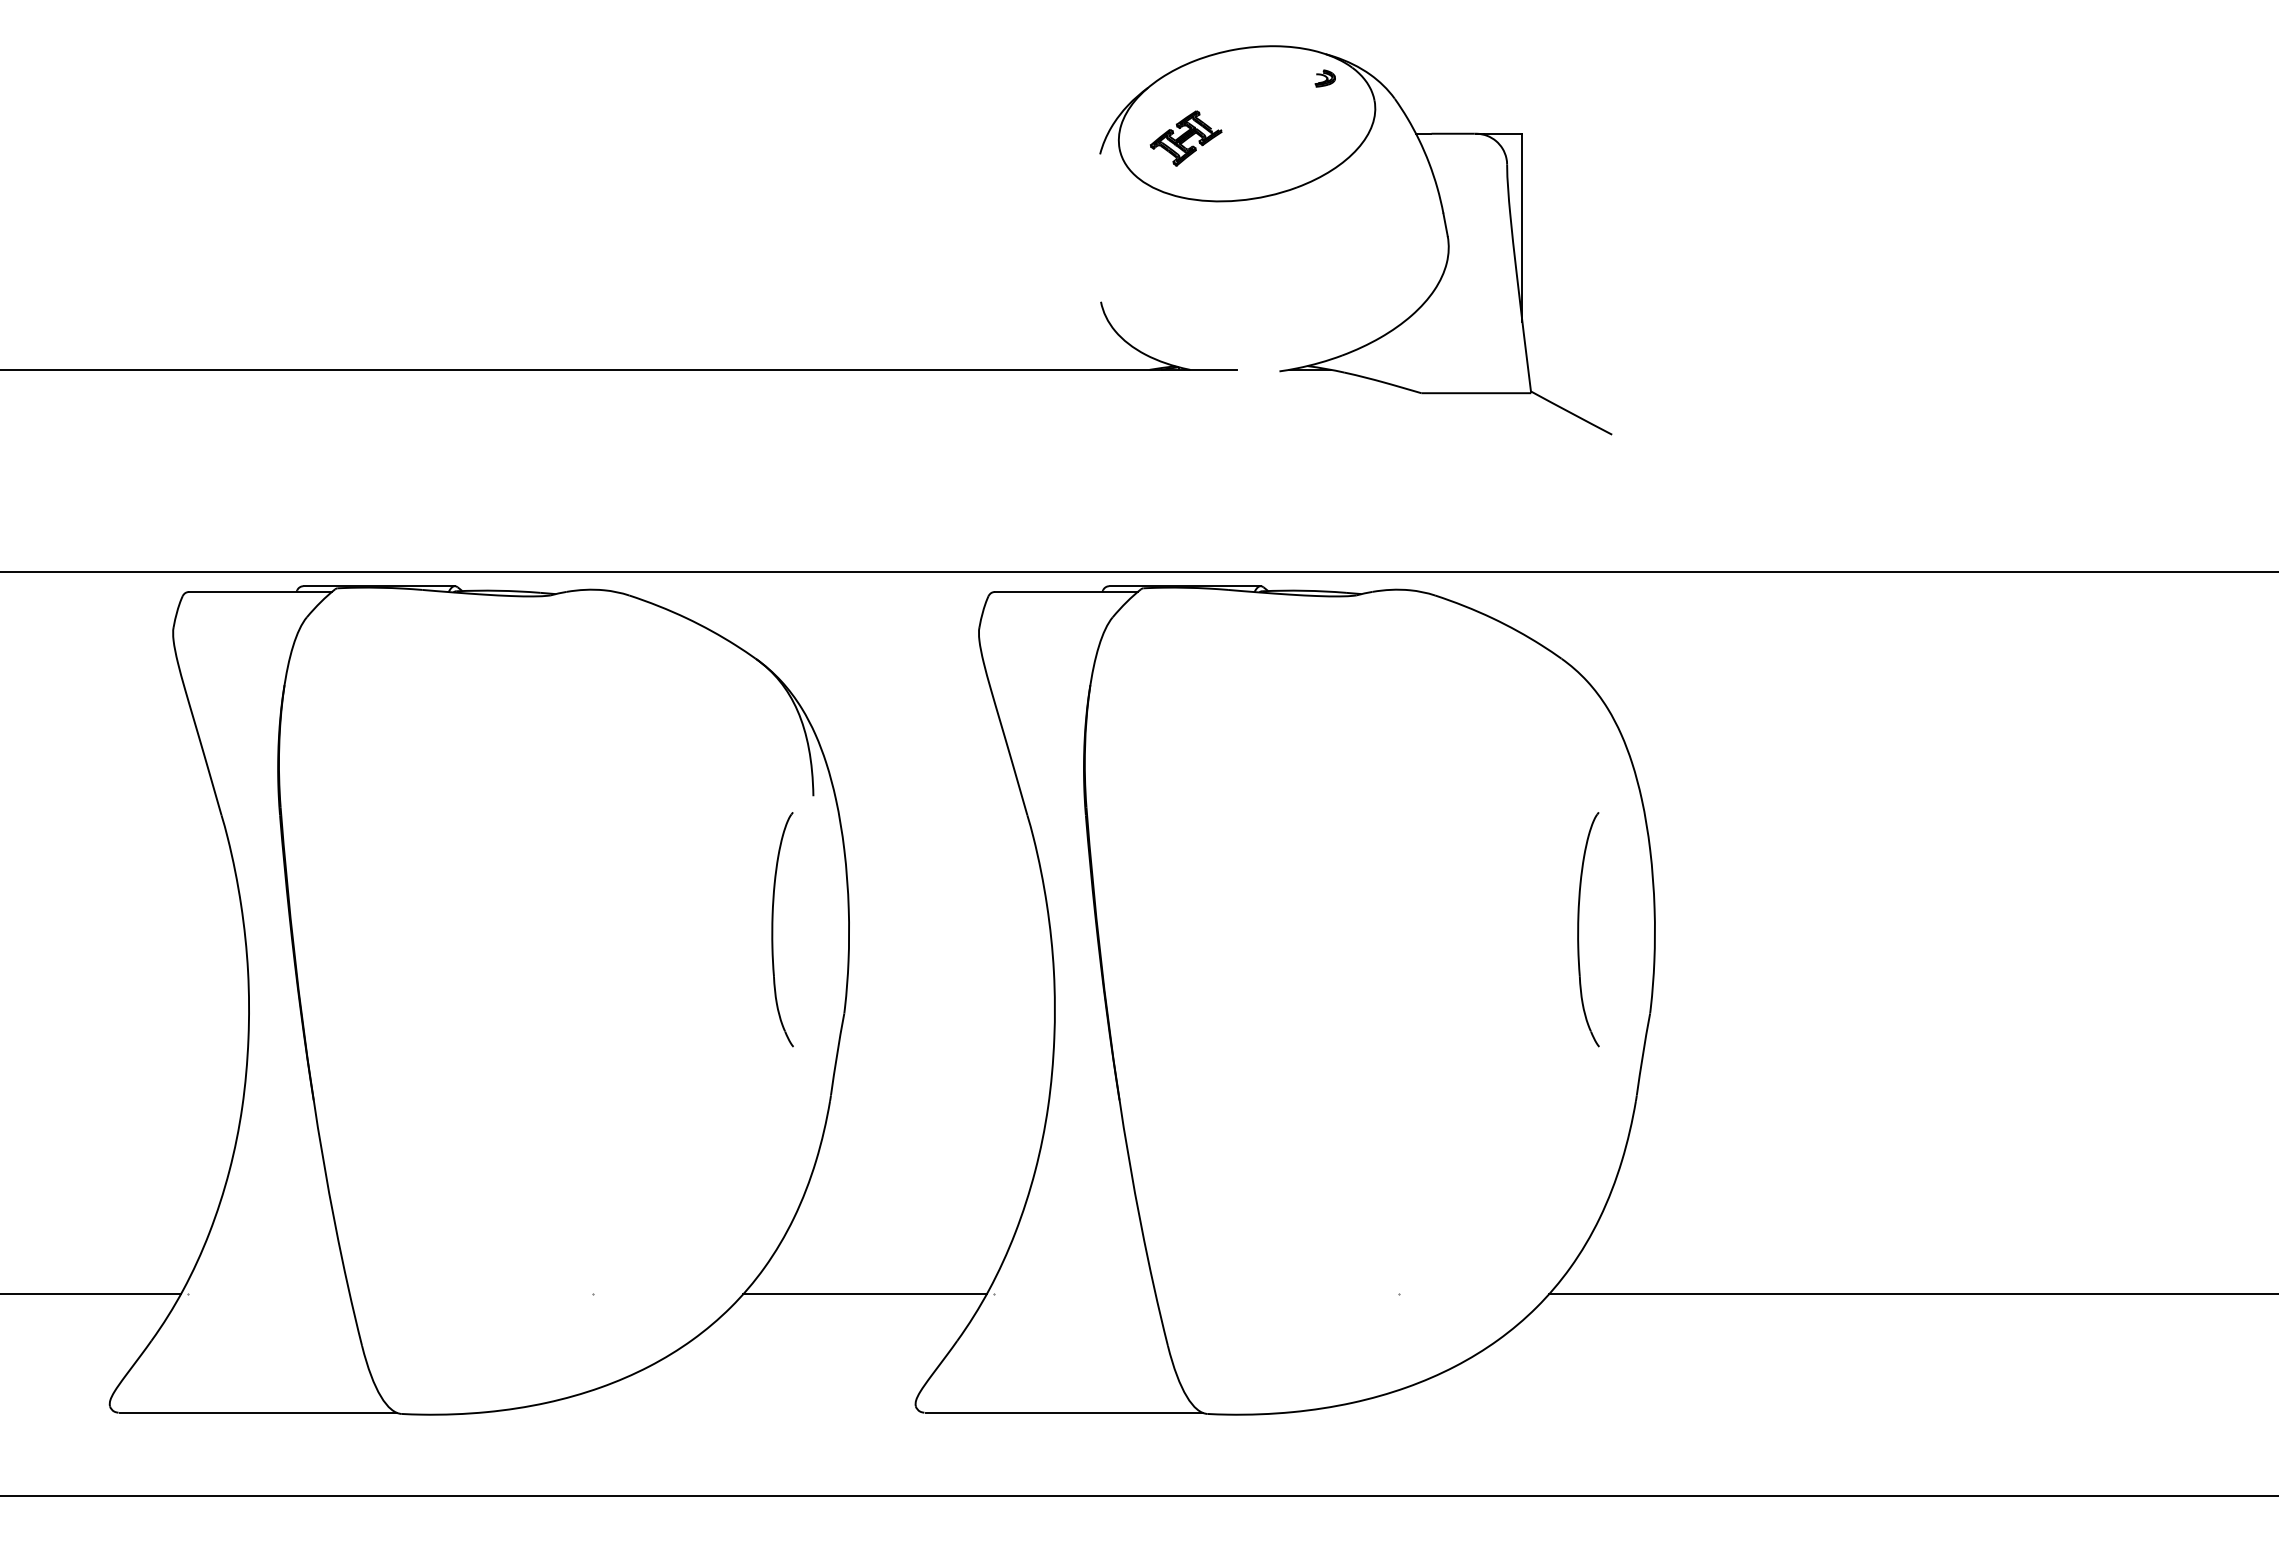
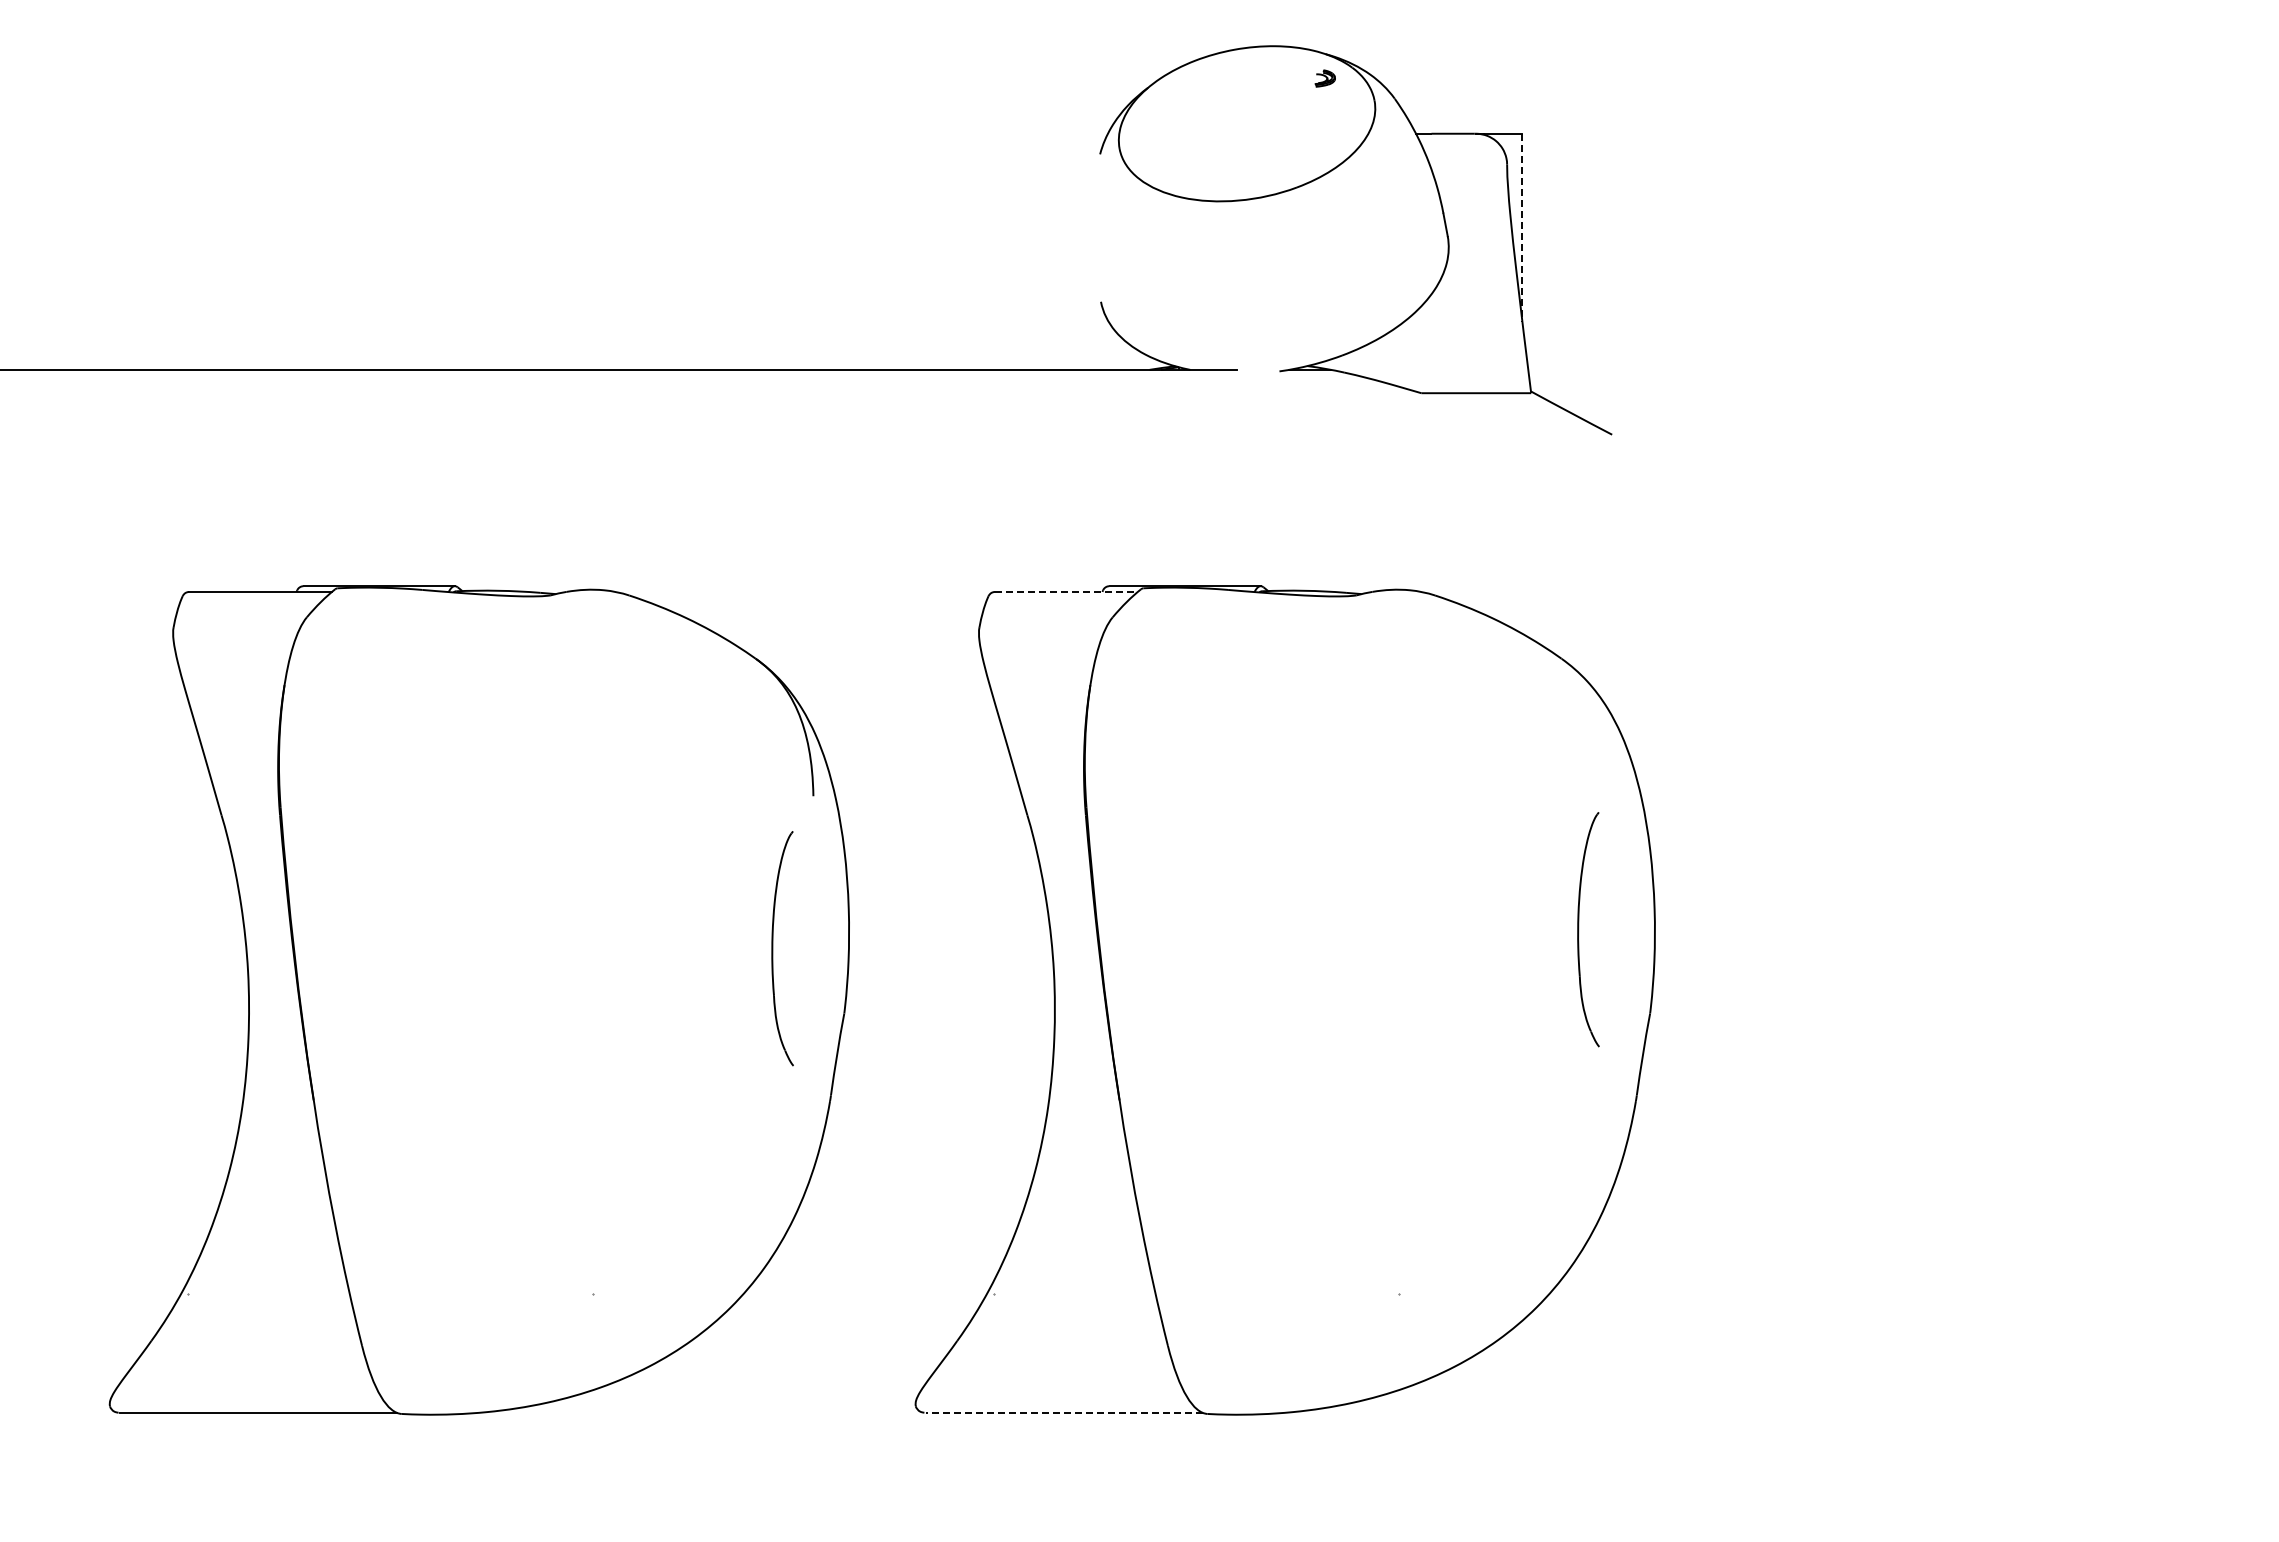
part at (1185, 138): present -> none
line at (1522, 227): solid -> dashed
line at (1138, 571): present -> none
line at (1066, 591): solid -> dashed
part at (773, 929) position: (773, 929) -> (773, 948)
line at (91, 1294): present -> none
line at (864, 1294): present -> none
line at (1912, 1294): present -> none
line at (1063, 1412): solid -> dashed
line at (1138, 1495): present -> none
